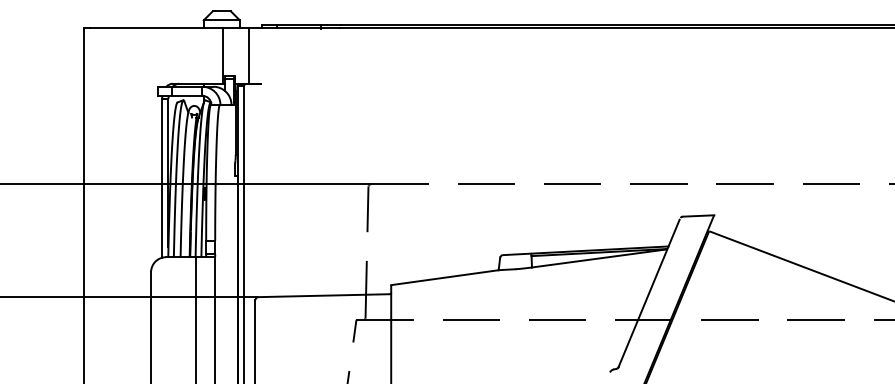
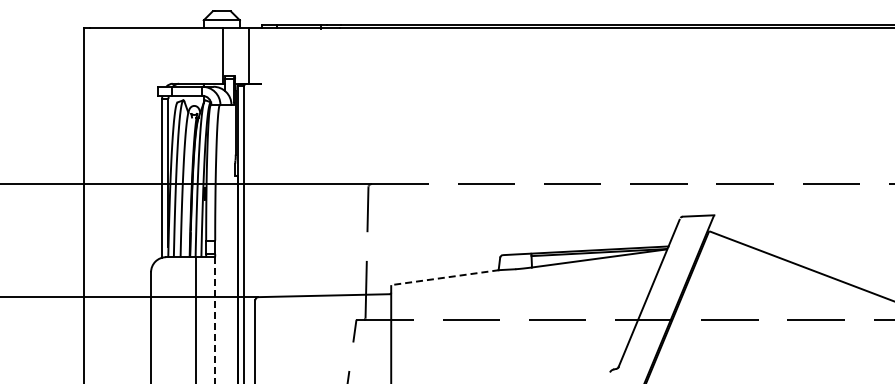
line at (445, 277): solid -> dashed
line at (215, 321): solid -> dashed
